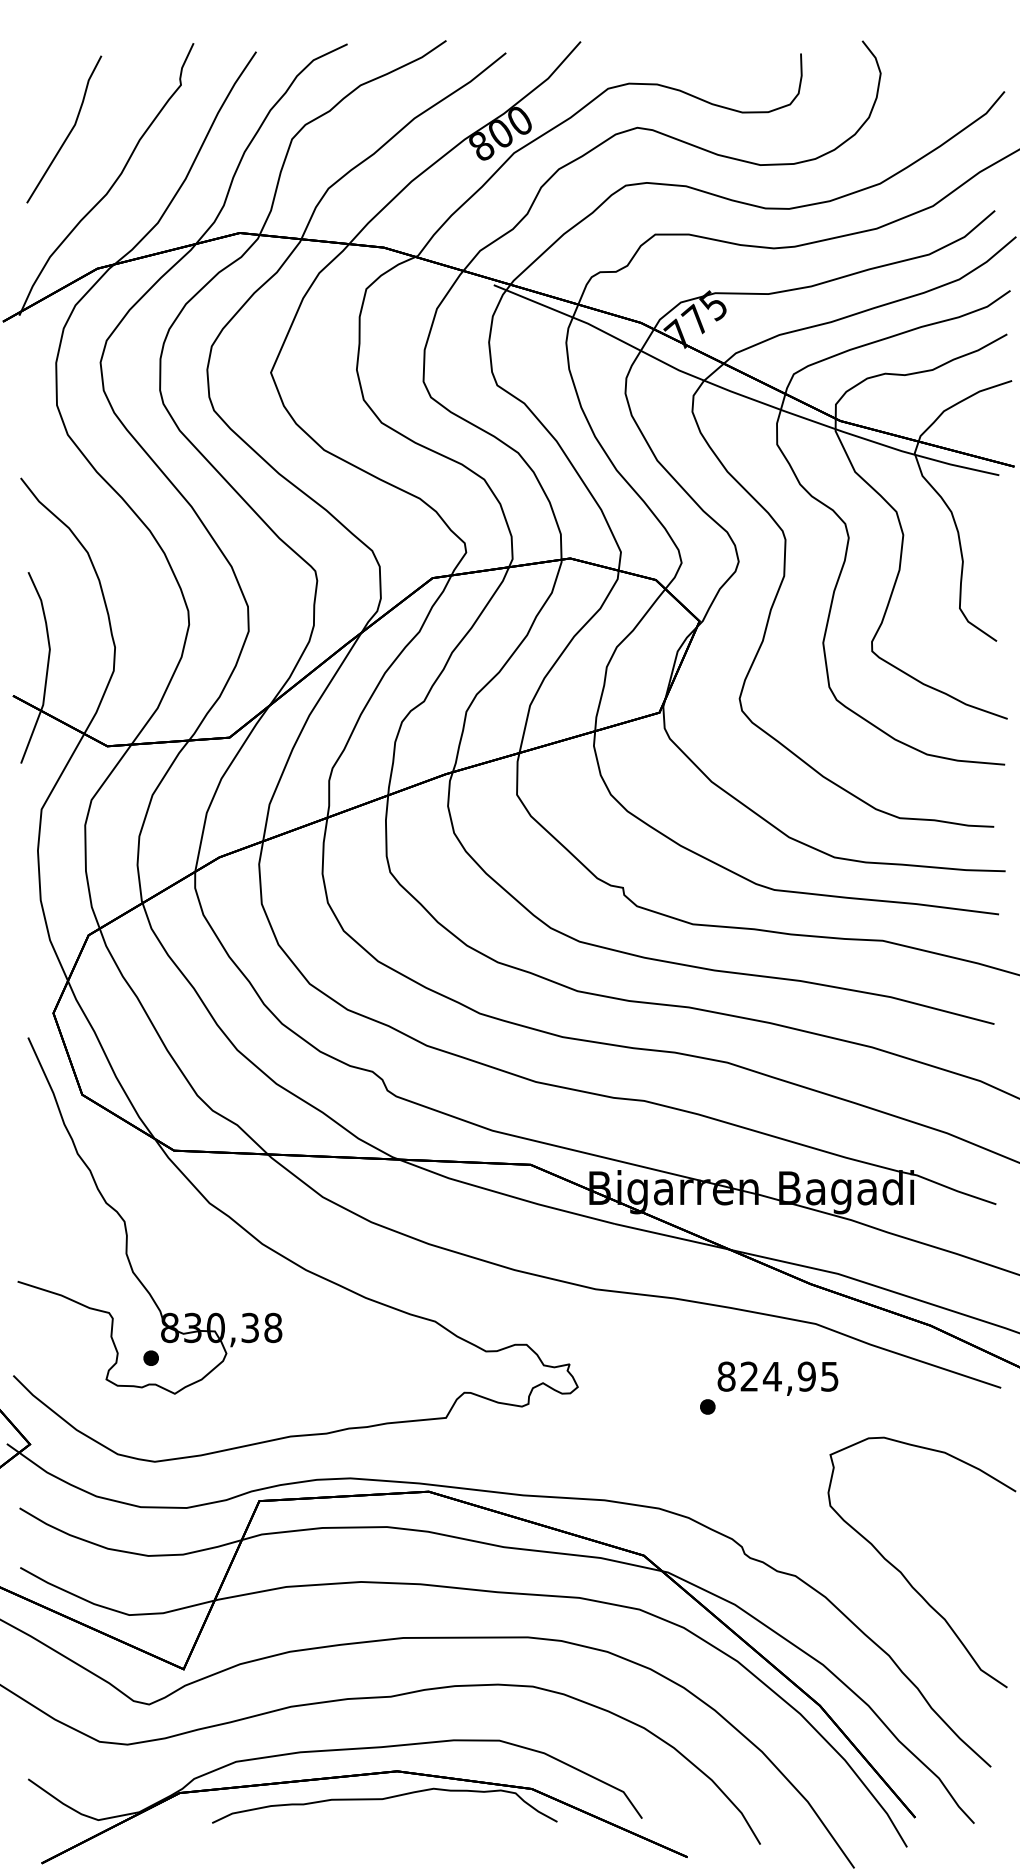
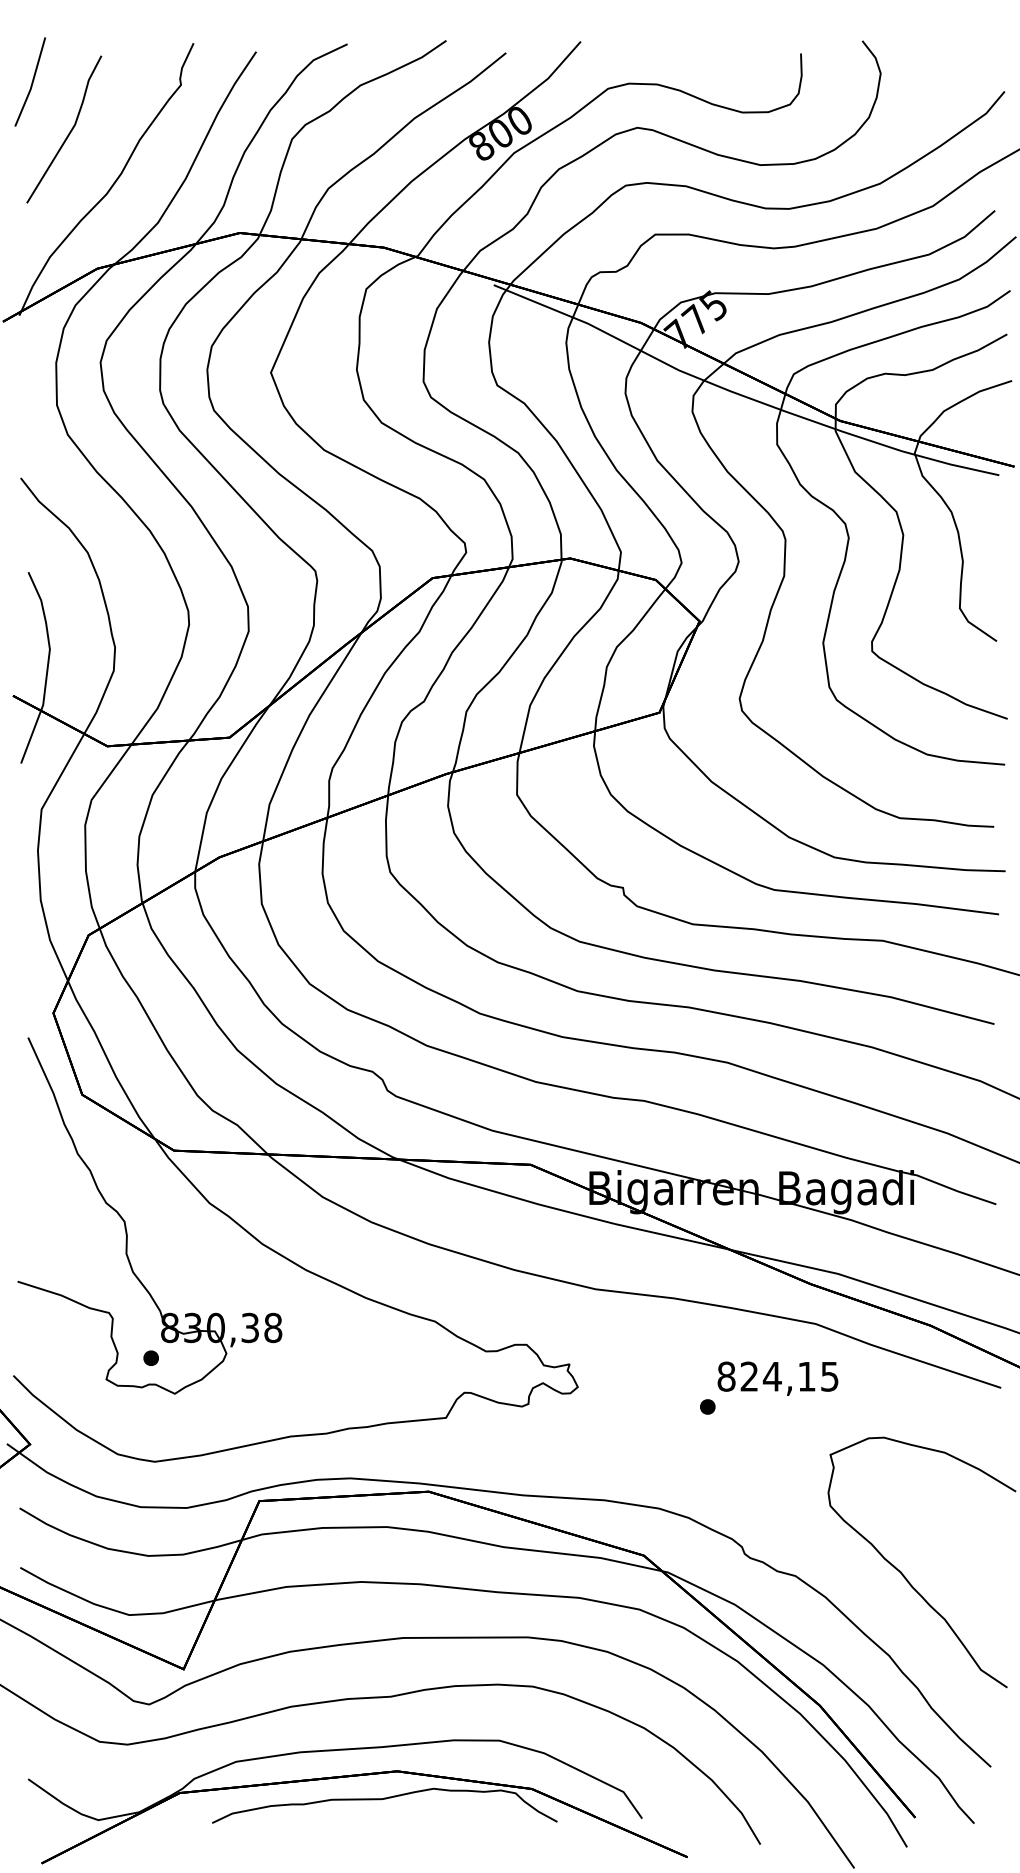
line at (31, 82): none -> present
text at (806, 1376): 824,95 -> 824,15
